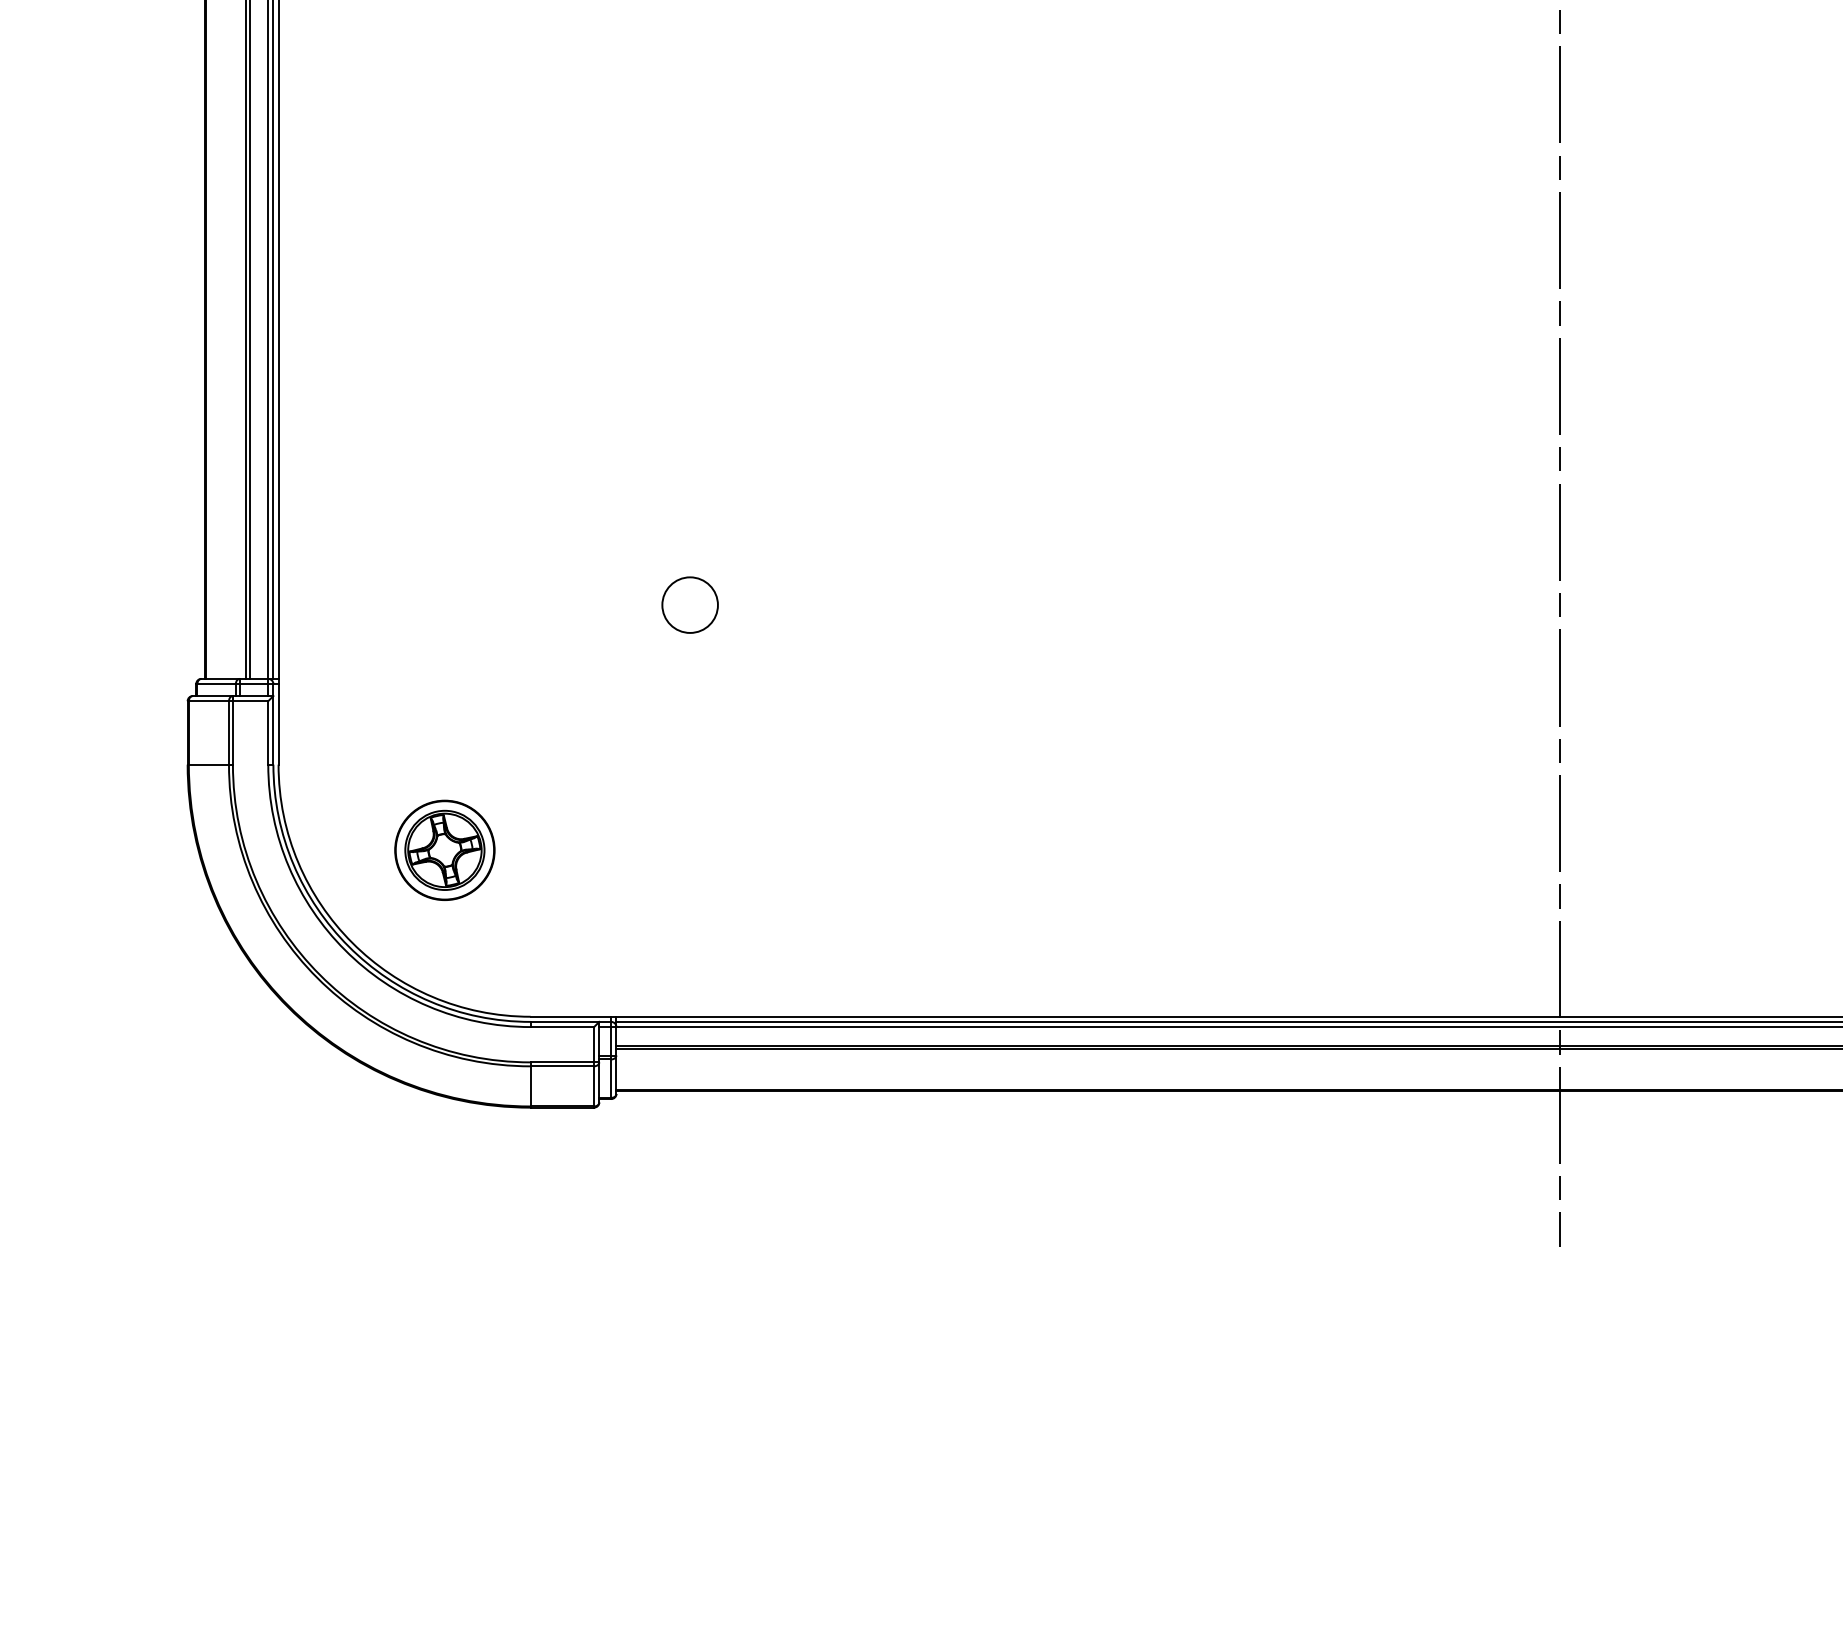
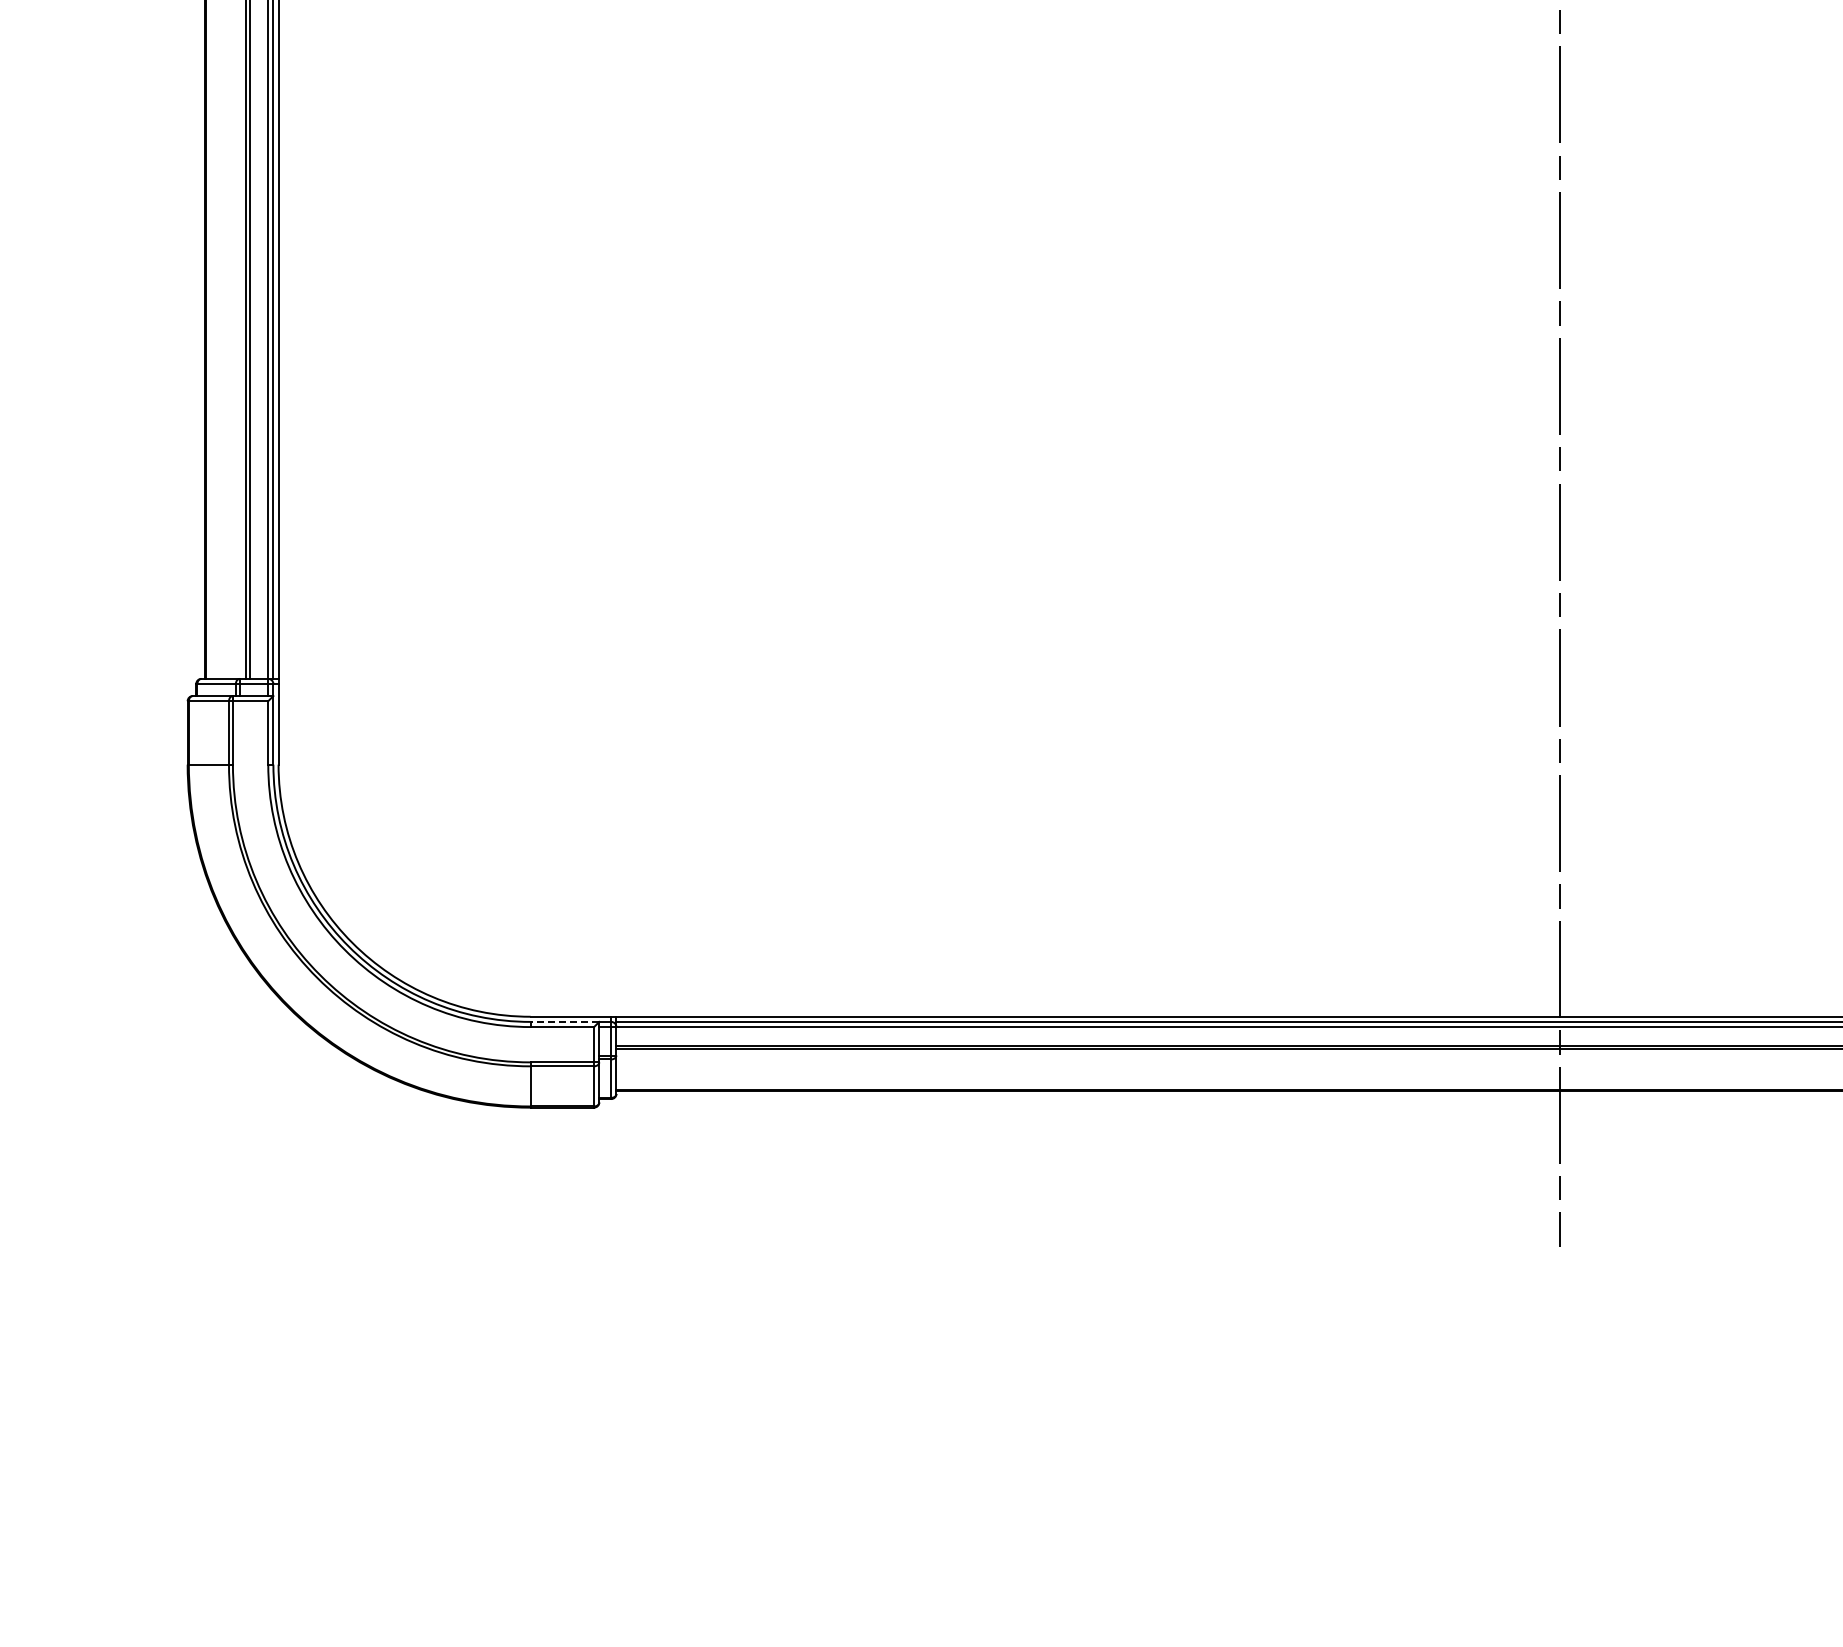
circle at (689, 604): present -> none
part at (444, 849): present -> none
line at (564, 1021): solid -> dashed
